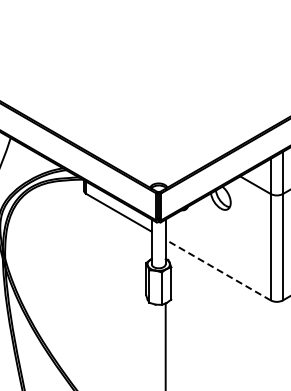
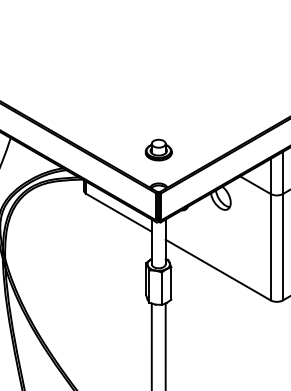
part at (158, 149): none -> present
line at (218, 270): dashed -> solid
line at (151, 345): none -> present
